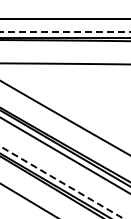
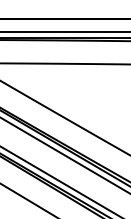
line at (65, 31): dashed -> solid
line at (61, 182): dashed -> solid
